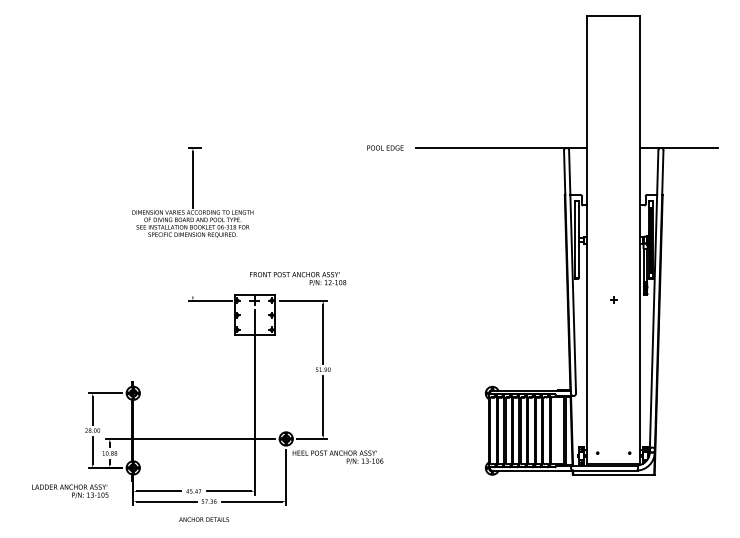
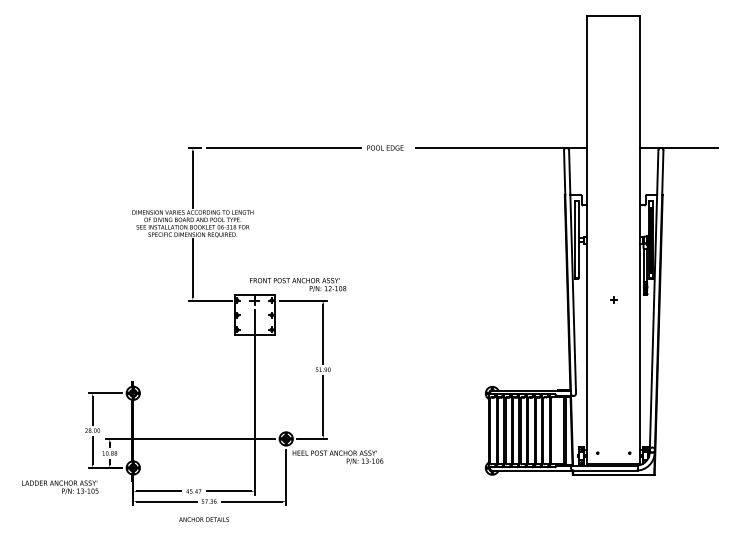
line at (283, 147): none -> present
line at (192, 267): none -> present
text at (298, 278) position: (298, 278) -> (298, 284)
text at (70, 491) position: (70, 491) -> (60, 487)
